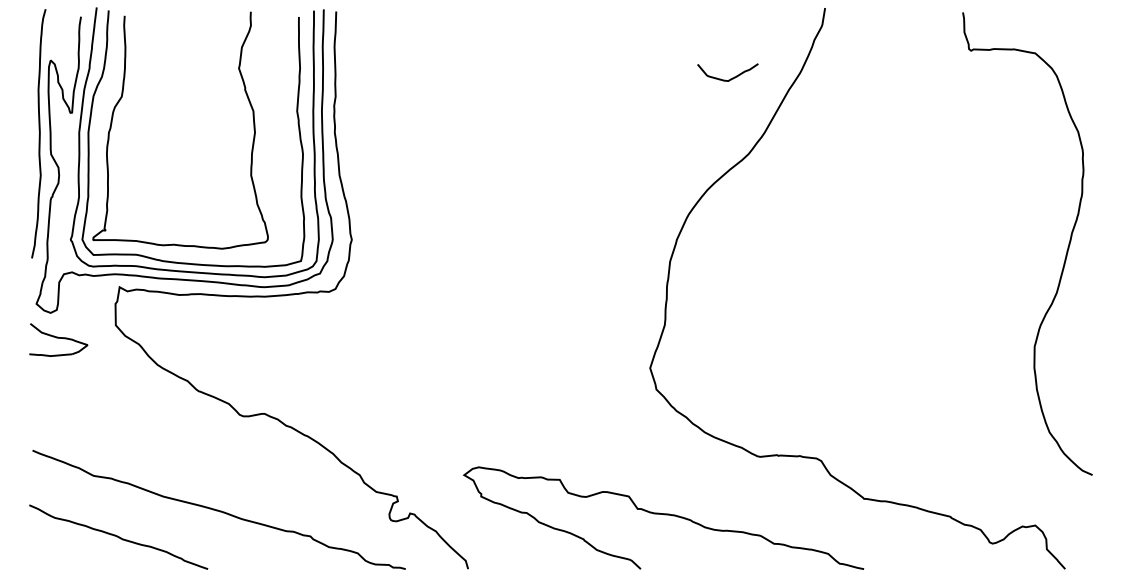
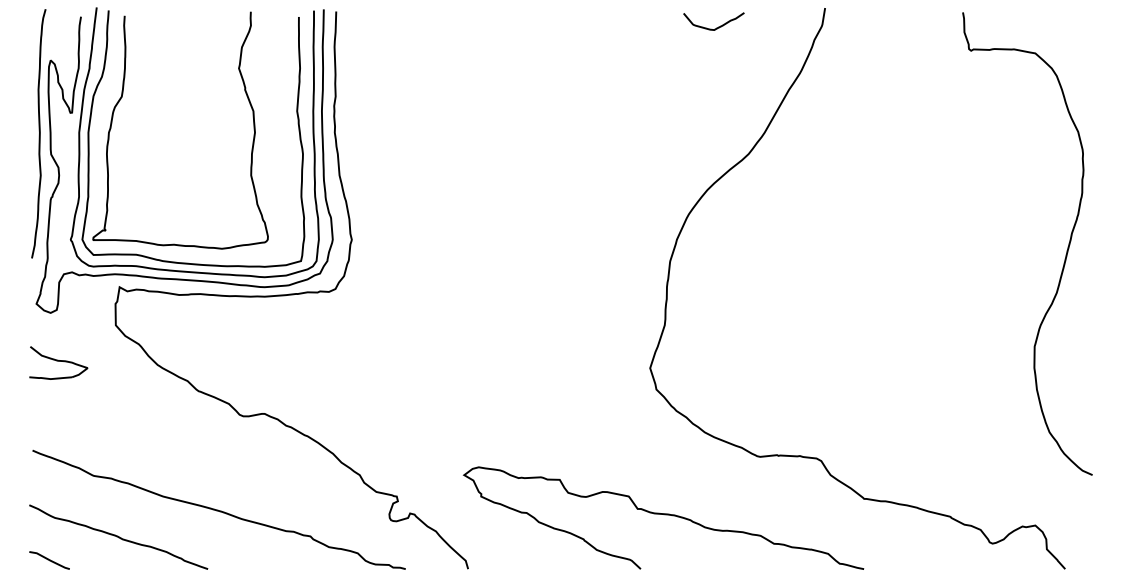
curve at (730, 78) position: (730, 78) -> (716, 27)
part at (58, 339) position: (58, 339) -> (58, 362)
line at (49, 560): none -> present
